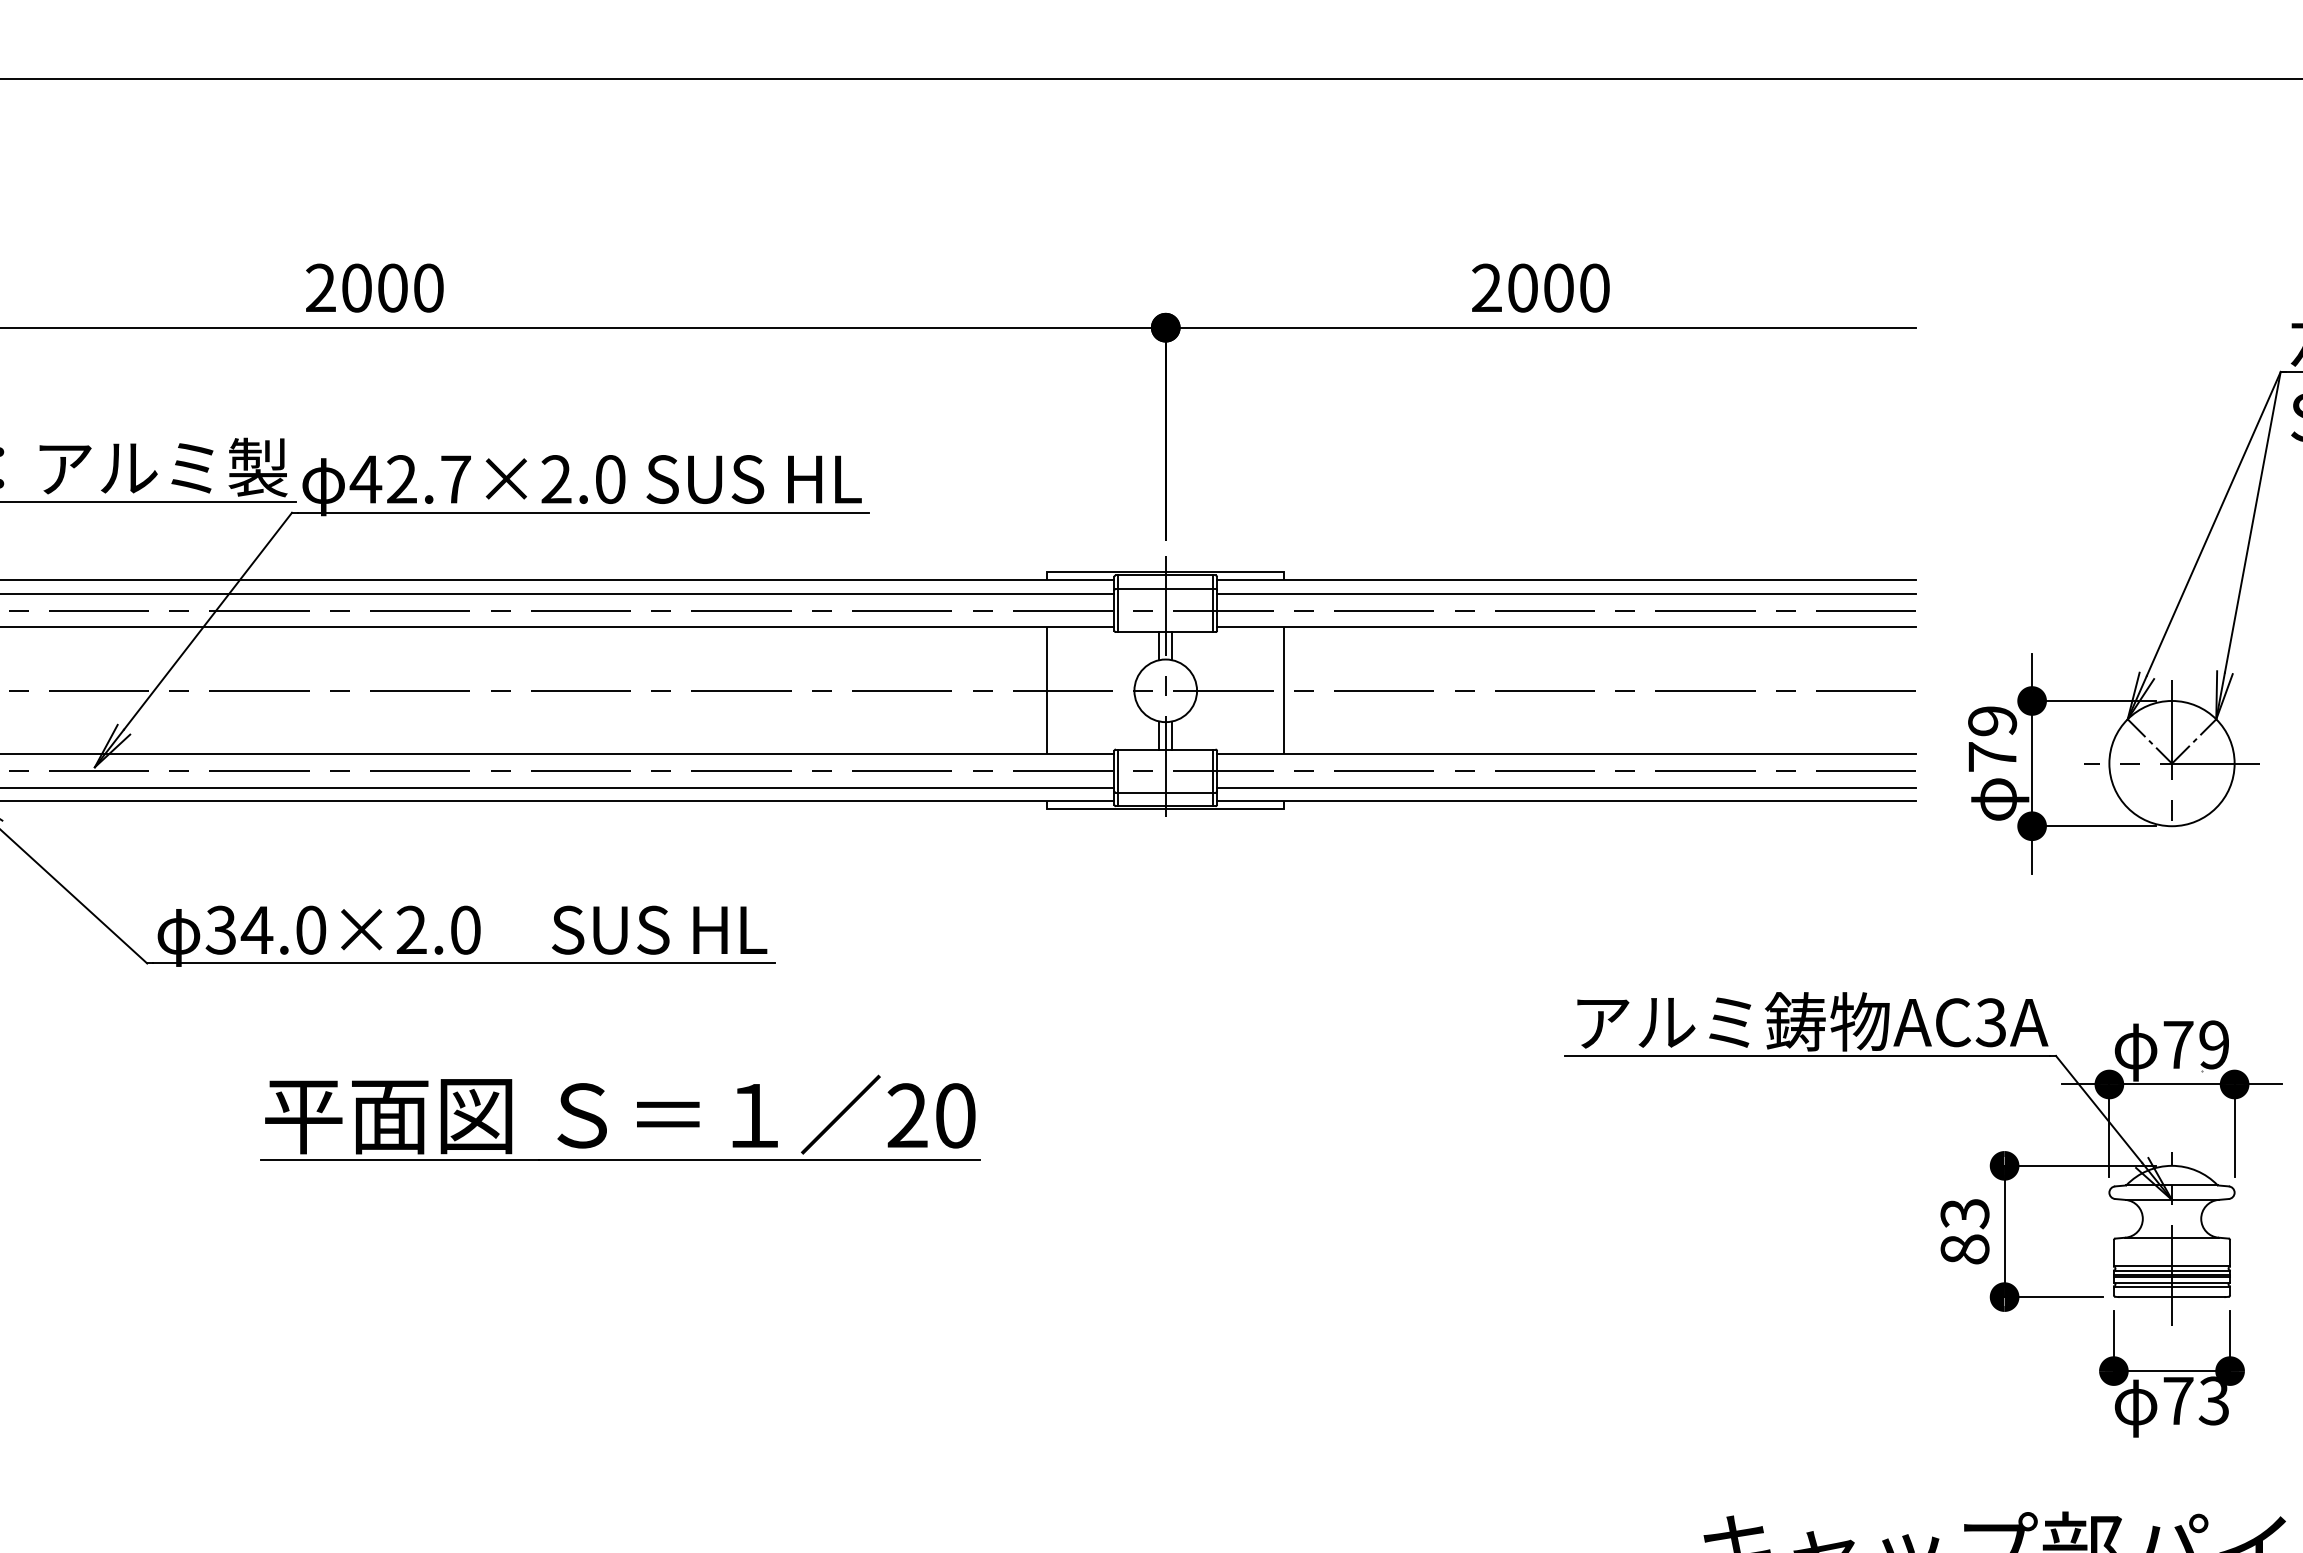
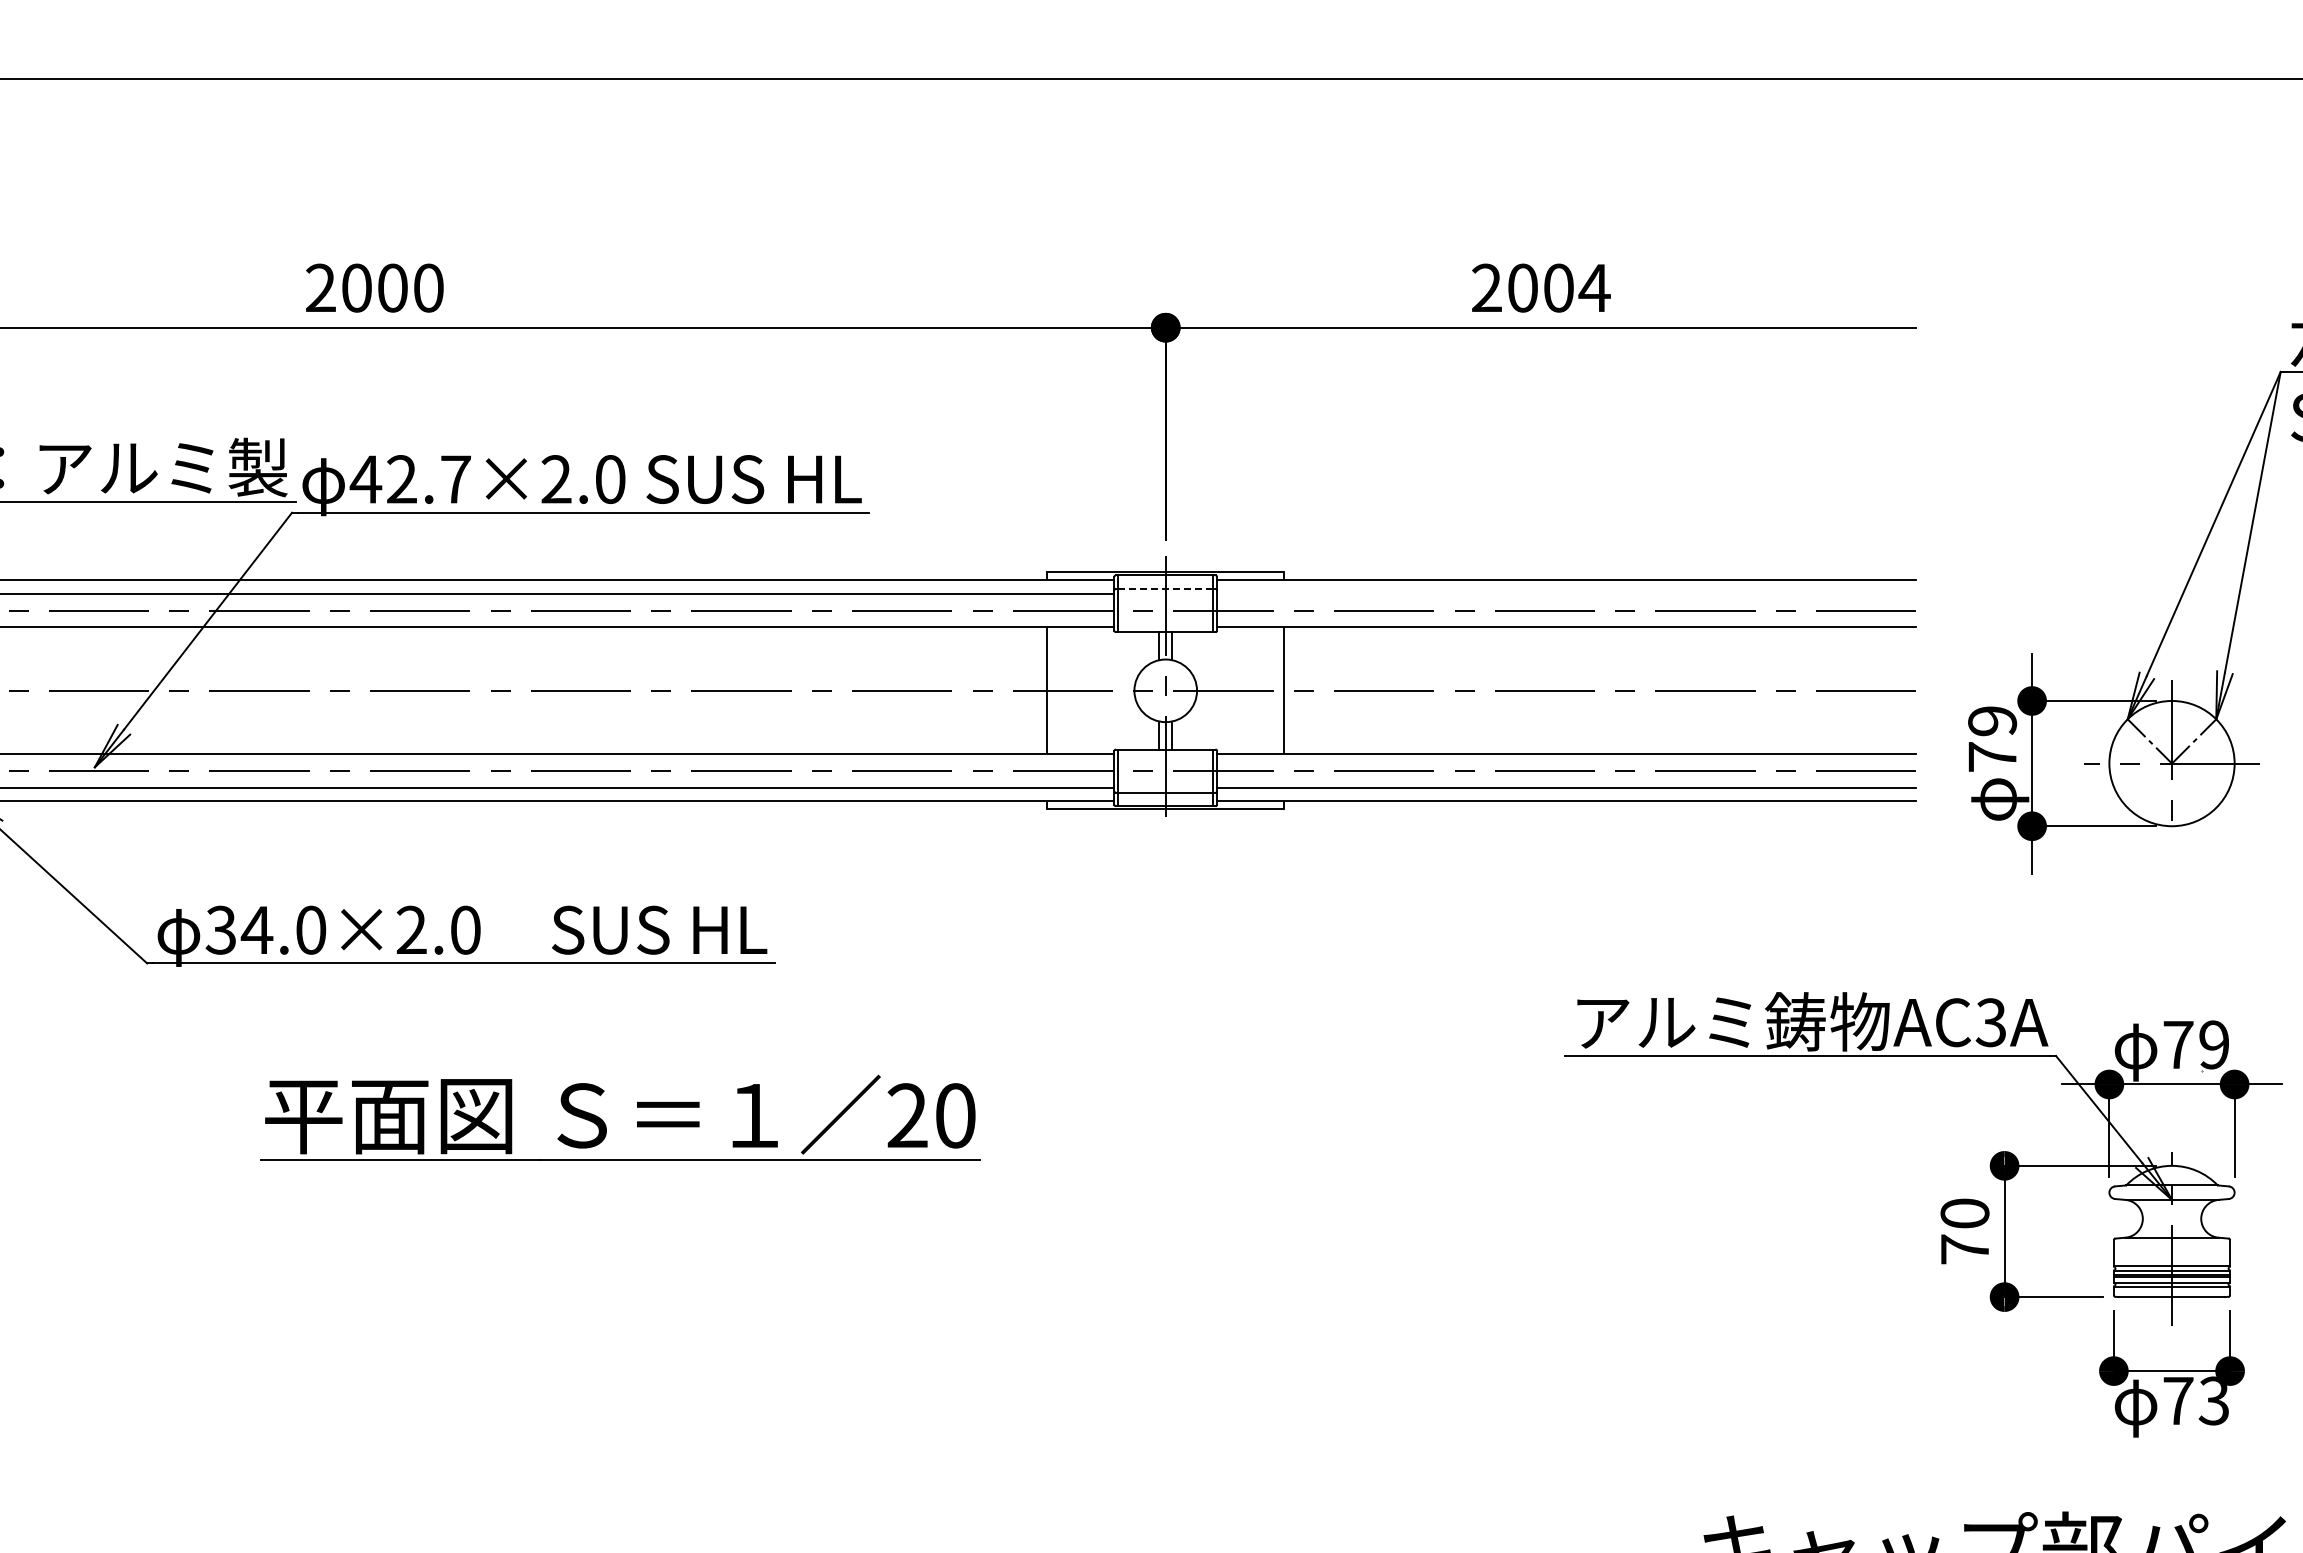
text at (1594, 287): 2000 -> 2004
line at (1166, 588): solid -> dashed
line at (1566, 593): present -> none
text at (1964, 1231): 83 -> 70
